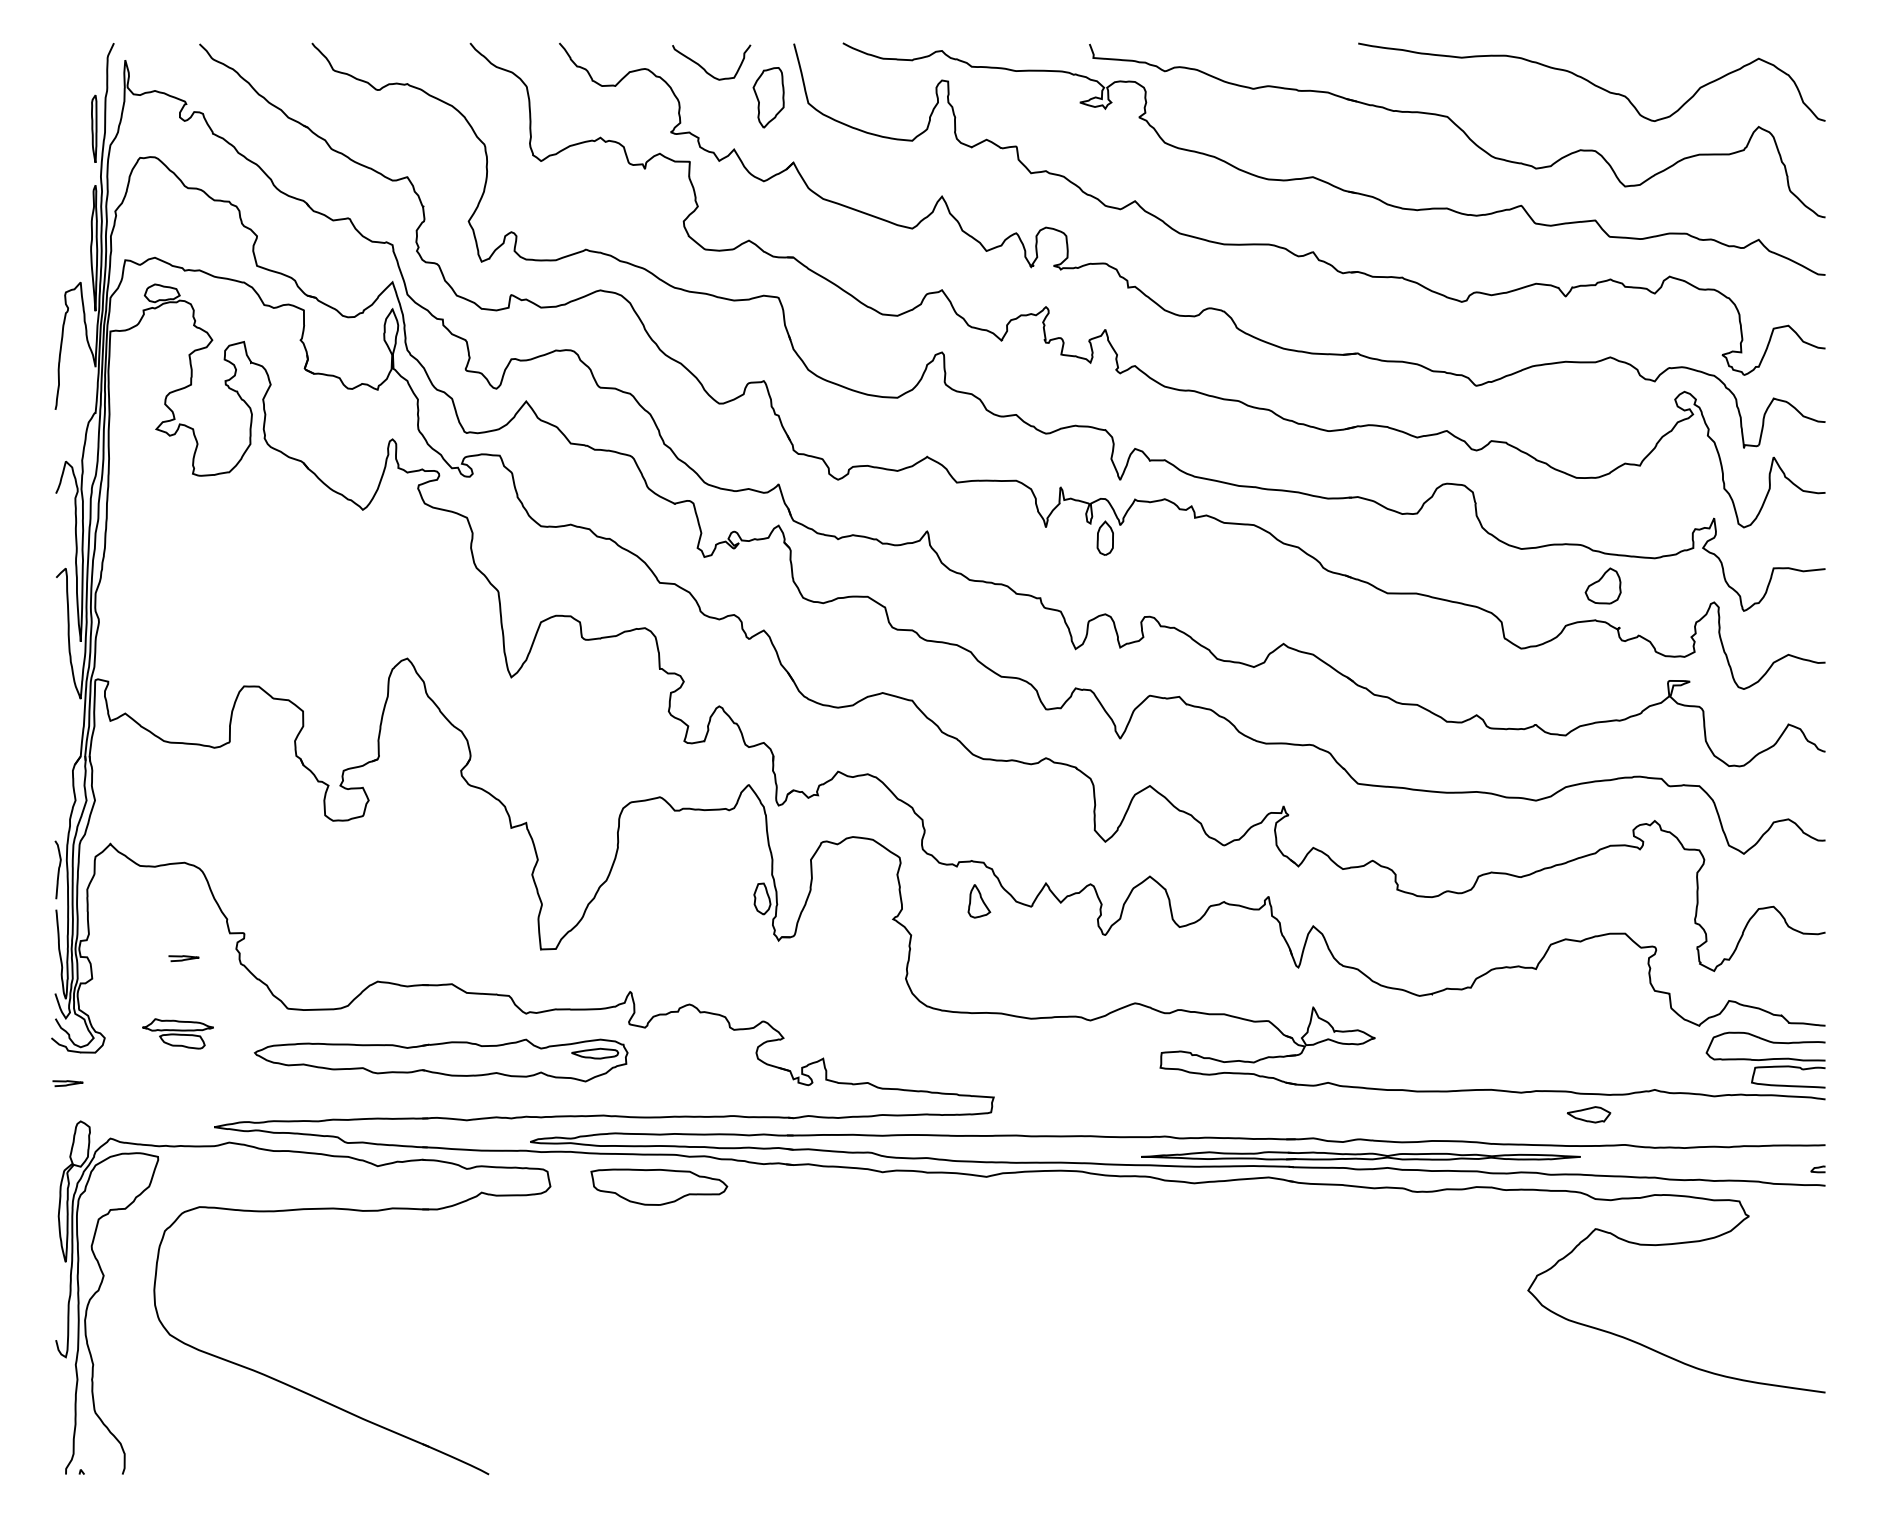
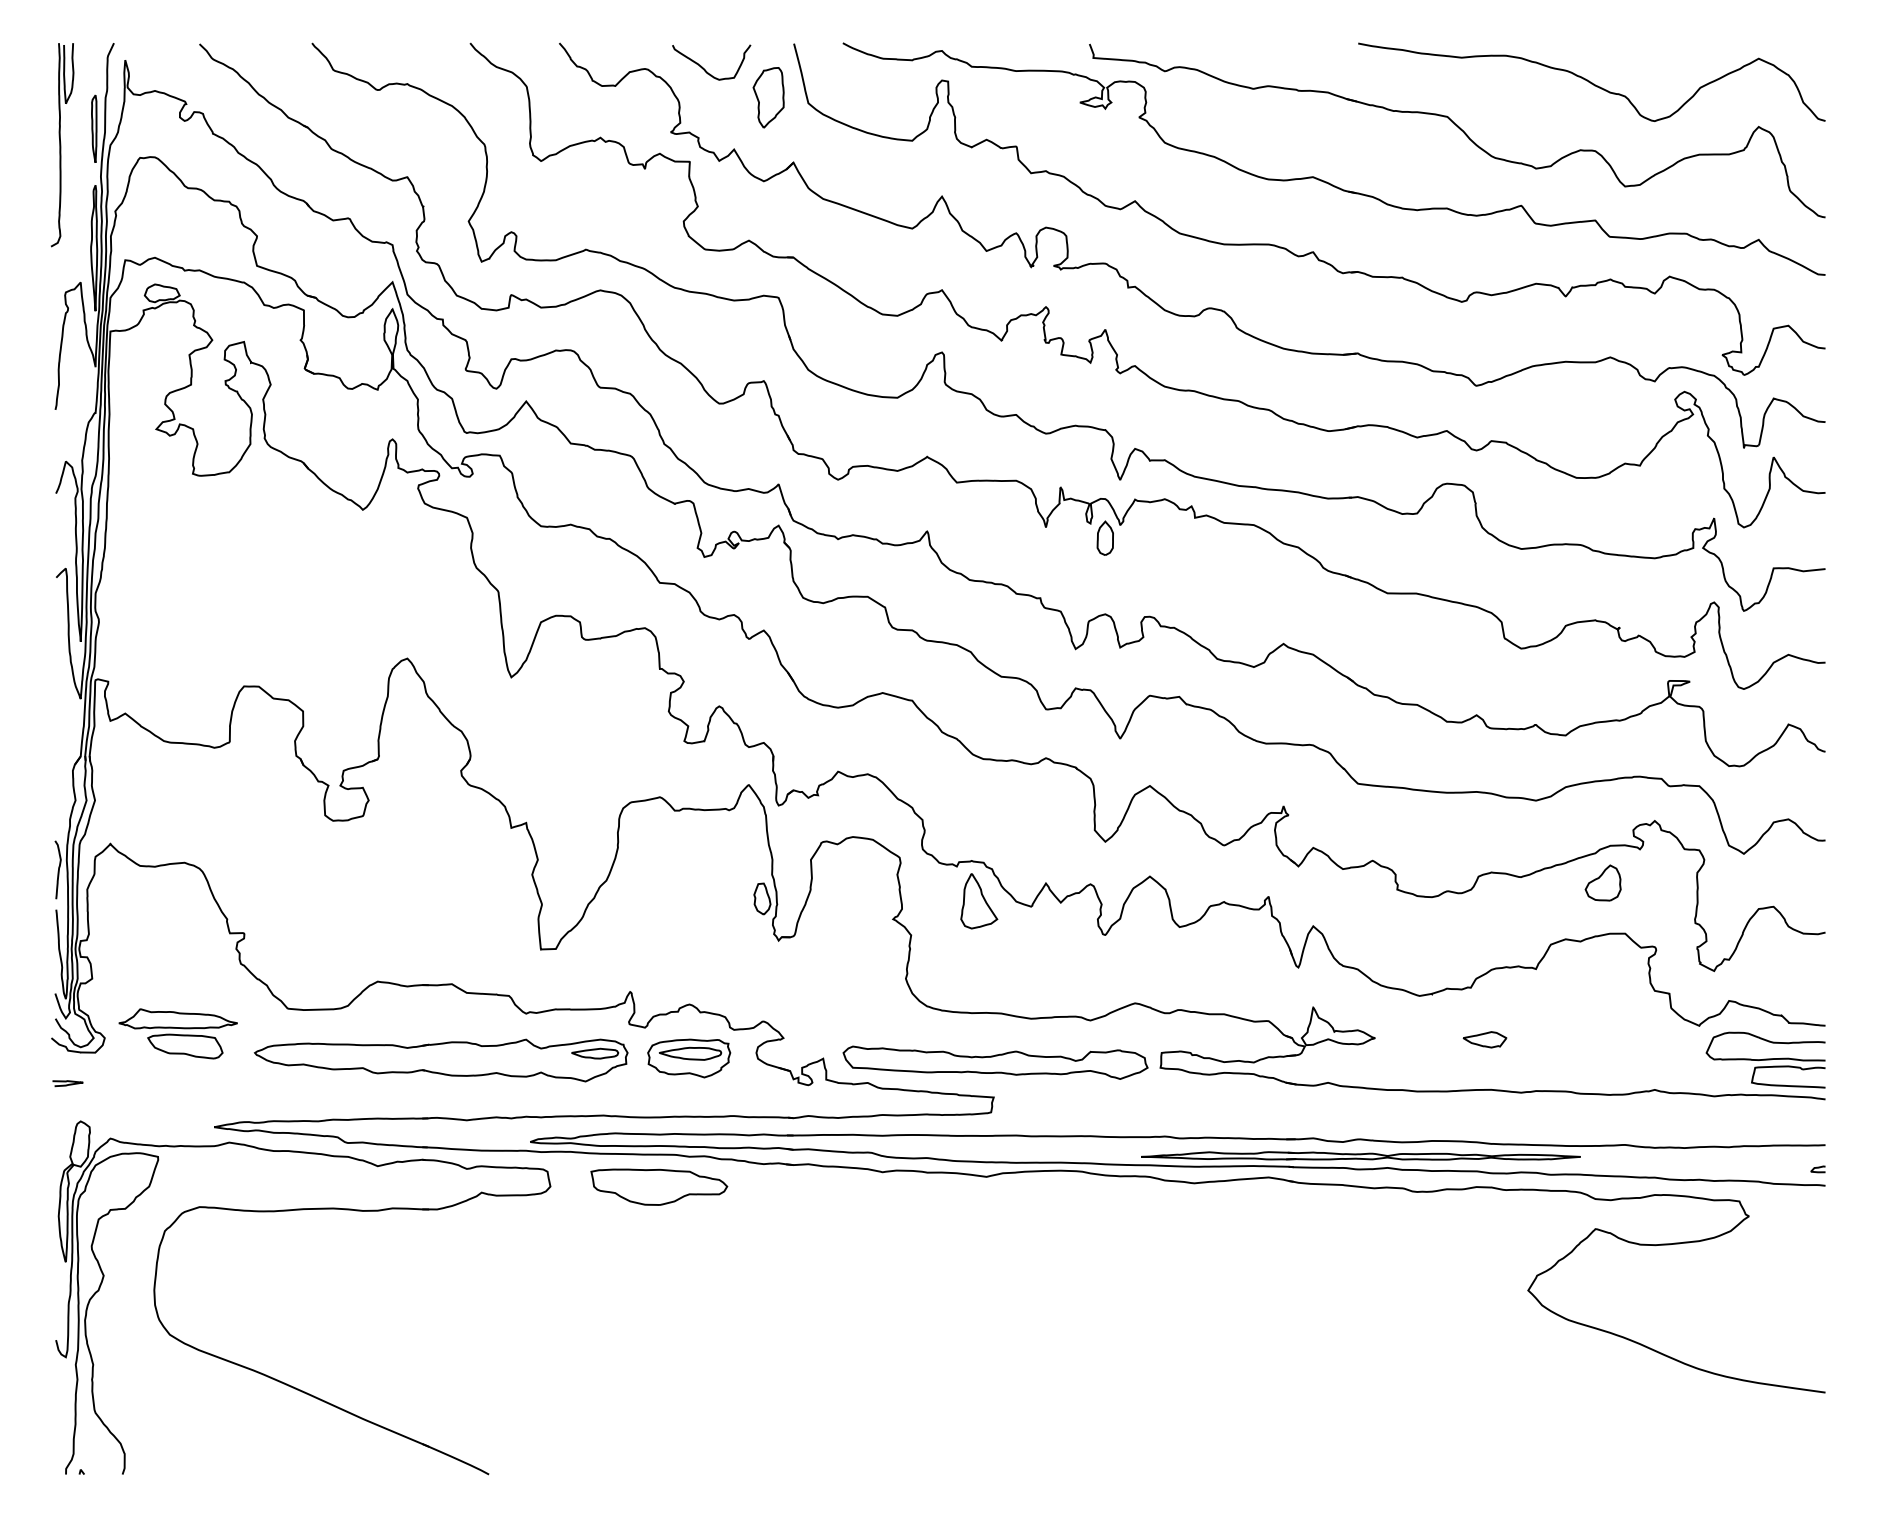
part at (62, 145): none -> present
part at (1602, 585) position: (1602, 585) -> (1602, 882)
part at (979, 901) size: 25x35 px -> 39x57 px
curve at (183, 959): present -> none
part at (177, 1033) size: 72x32 px -> 120x52 px
part at (689, 1058): none -> present
part at (995, 1062): none -> present
part at (1588, 1114) position: (1588, 1114) -> (1484, 1039)
